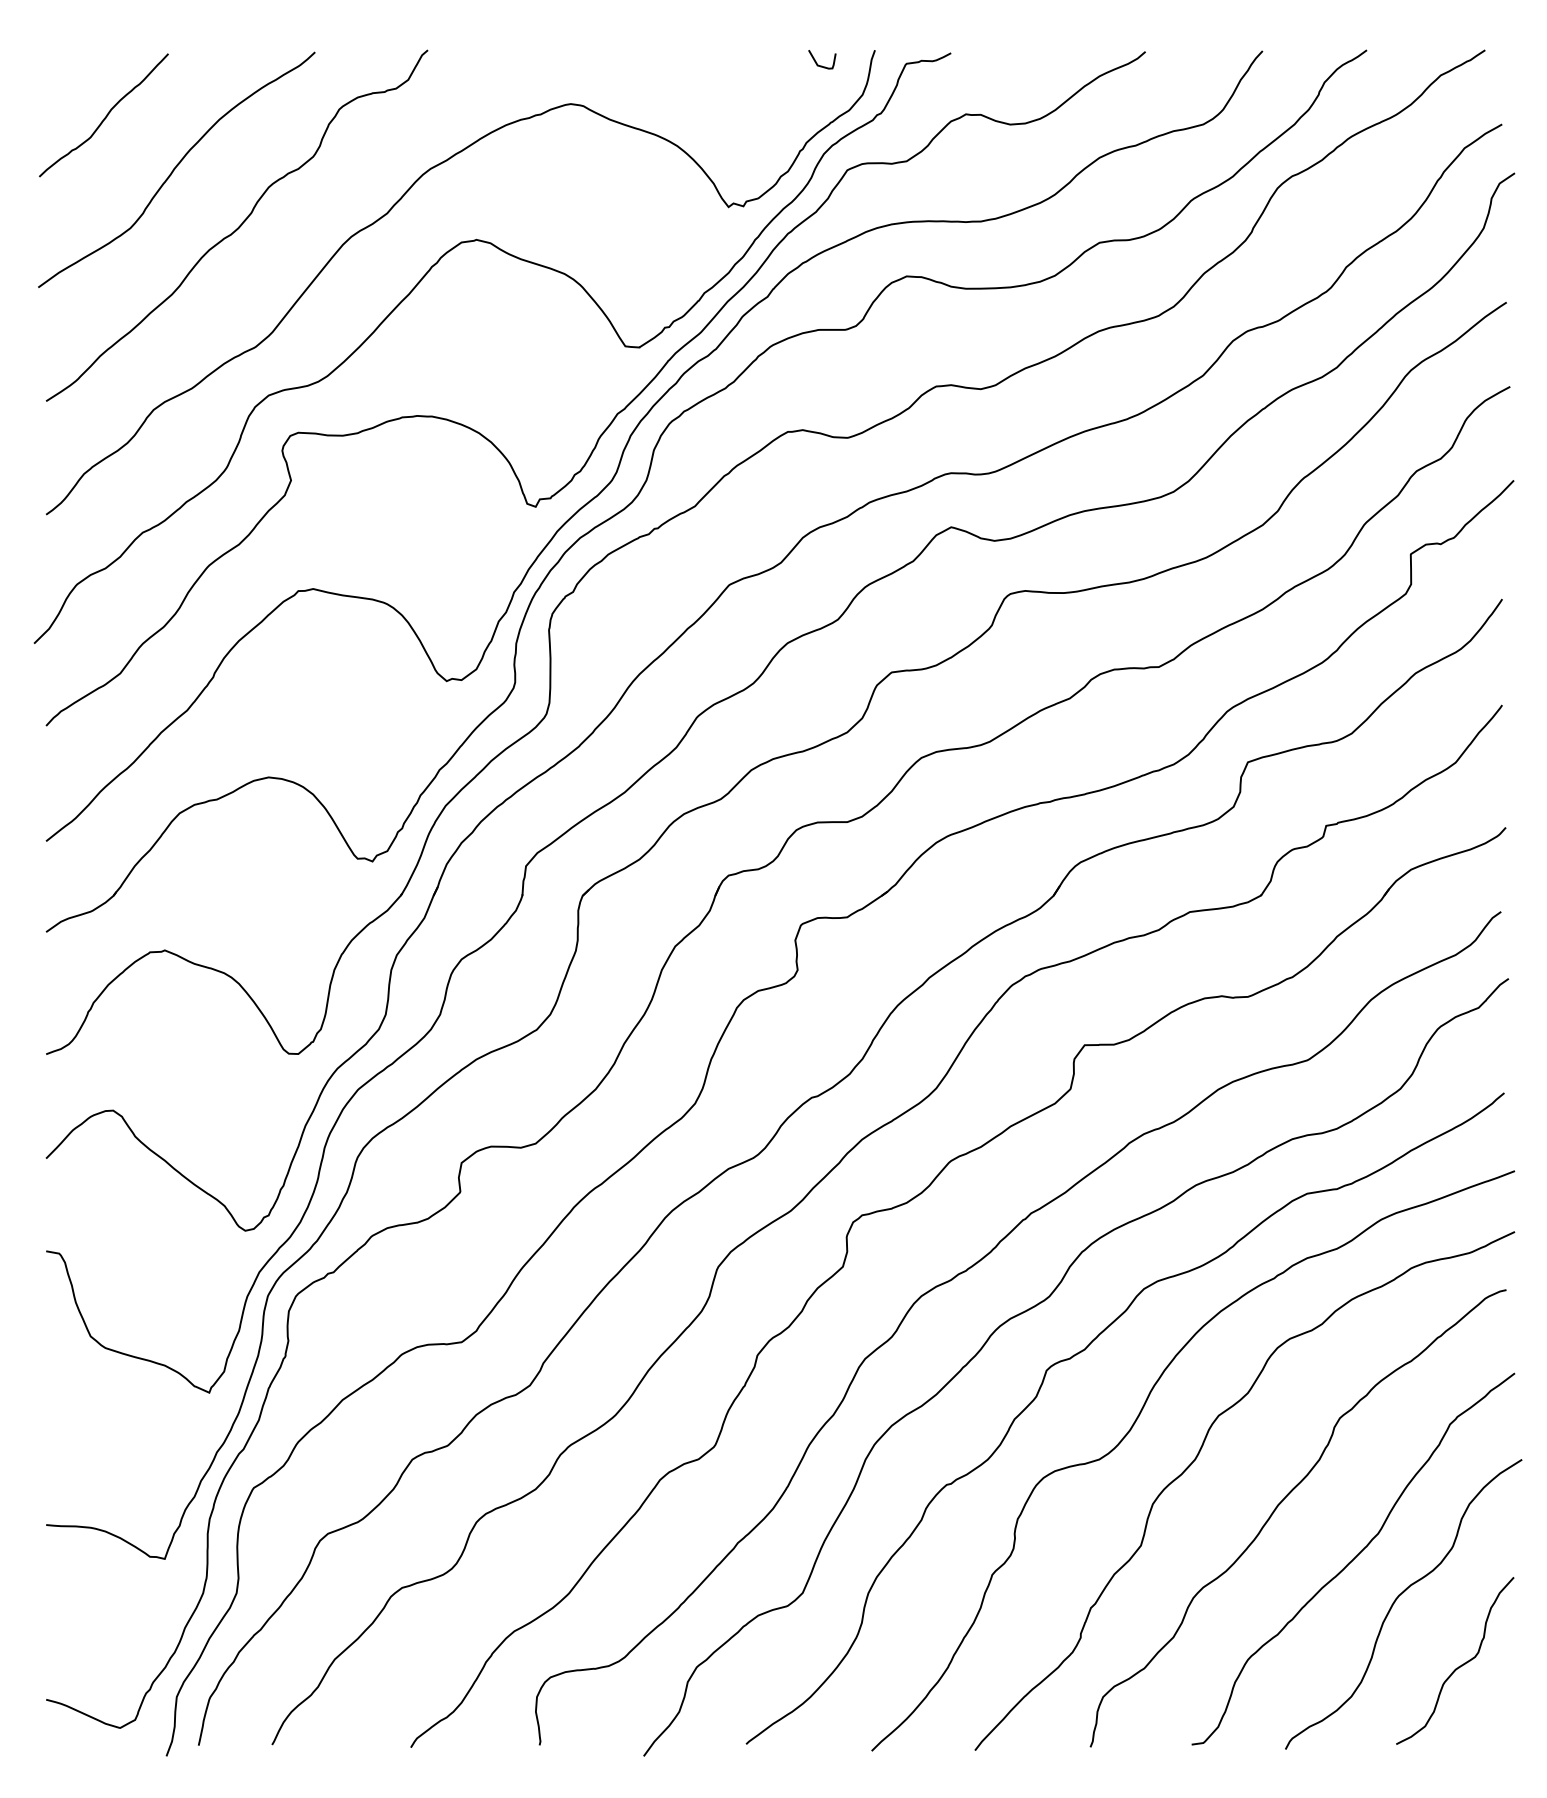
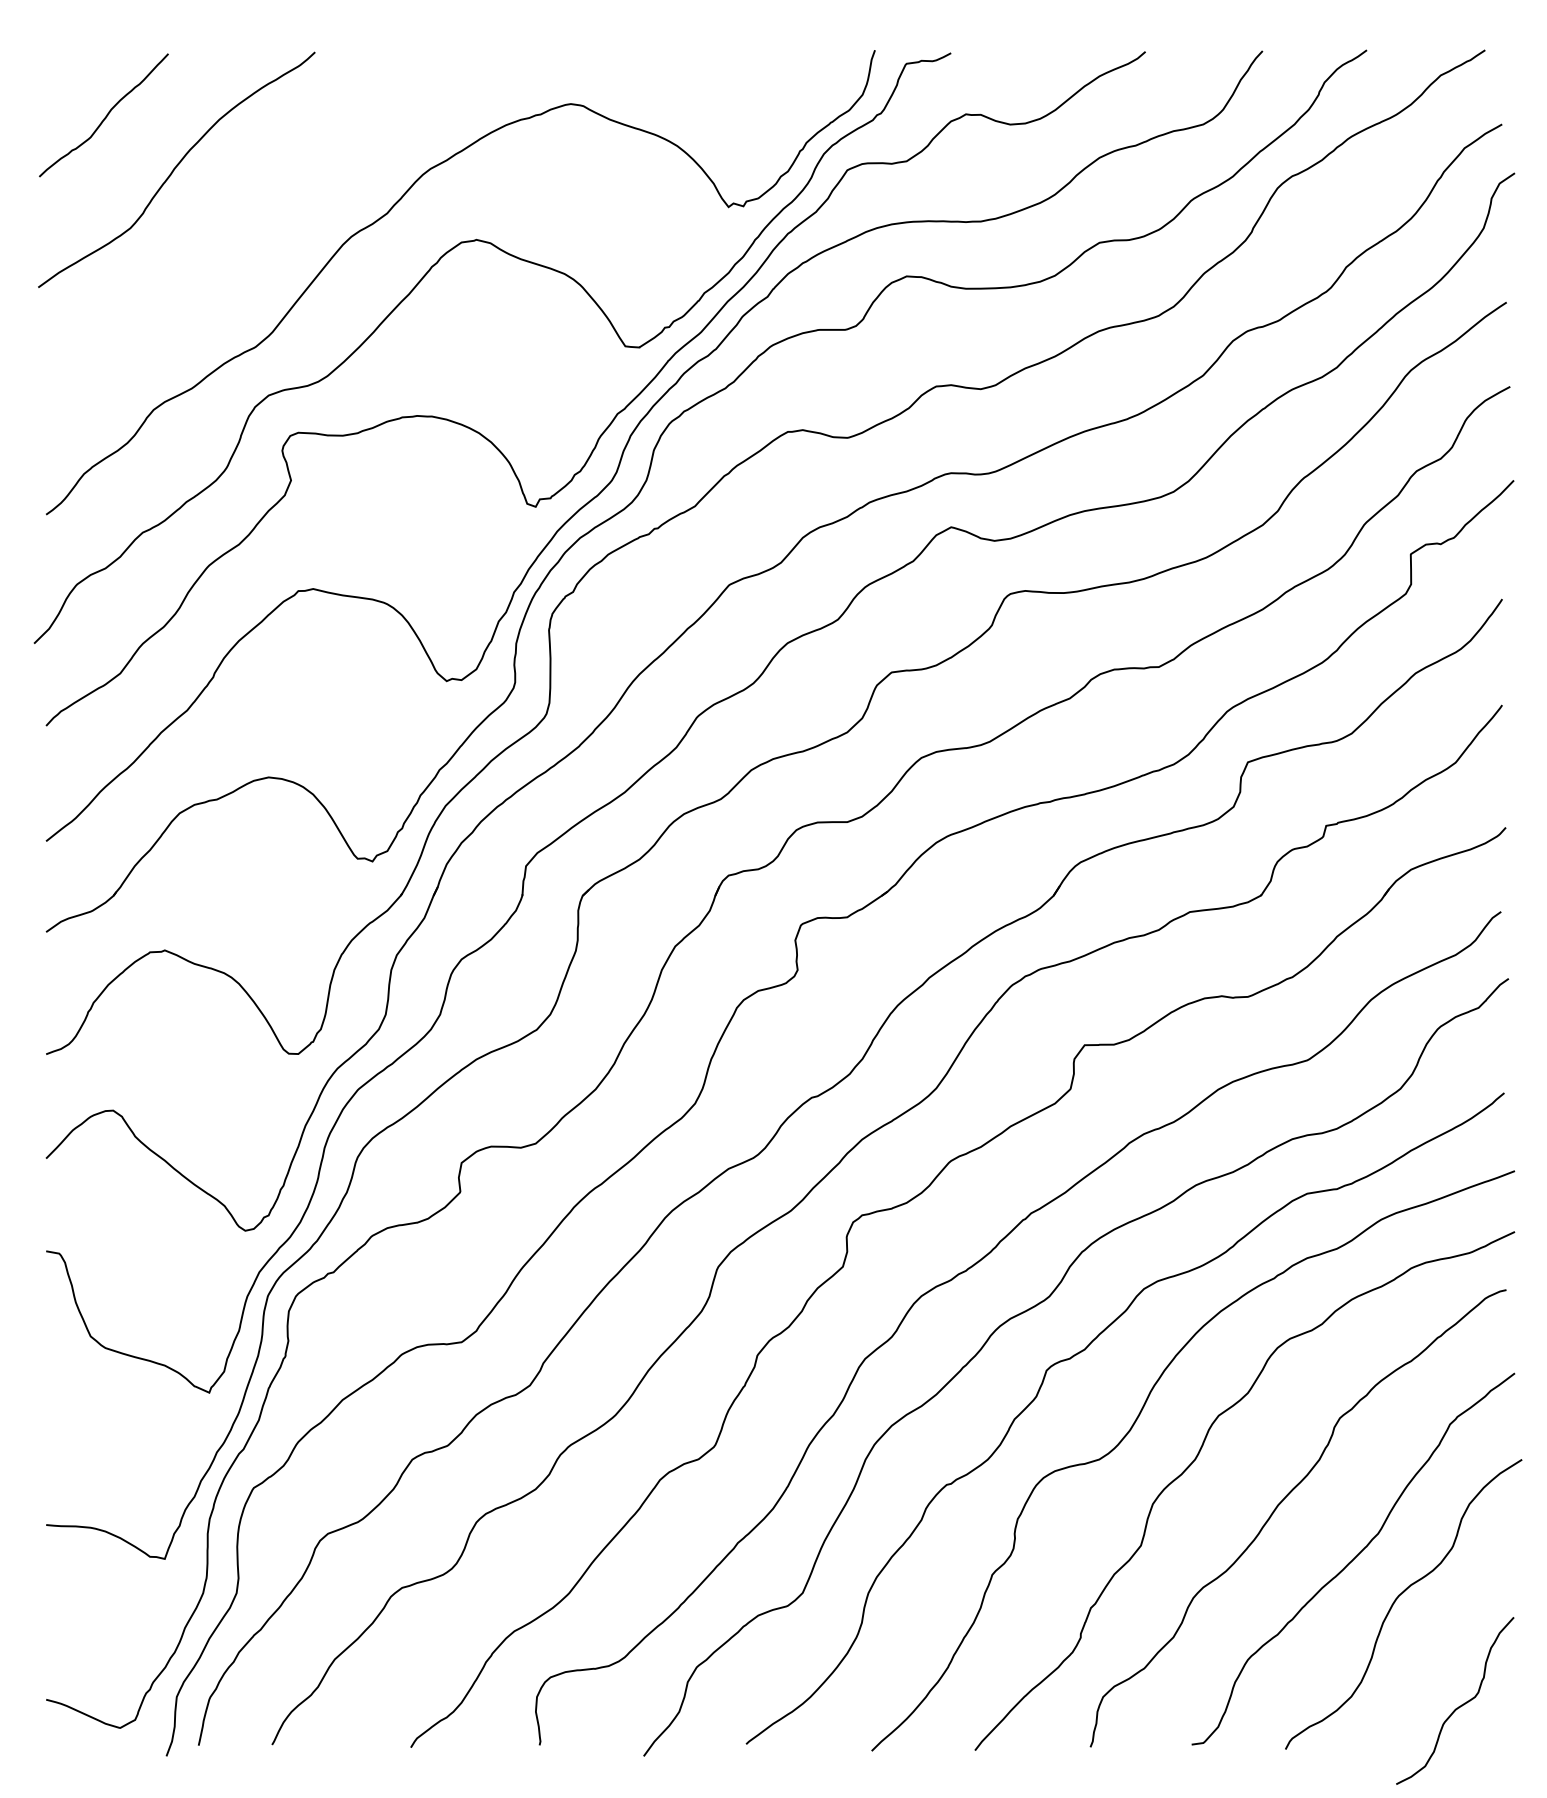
curve at (822, 65): present -> none
curve at (238, 226): present -> none
curve at (1458, 1666) position: (1458, 1666) -> (1458, 1706)
